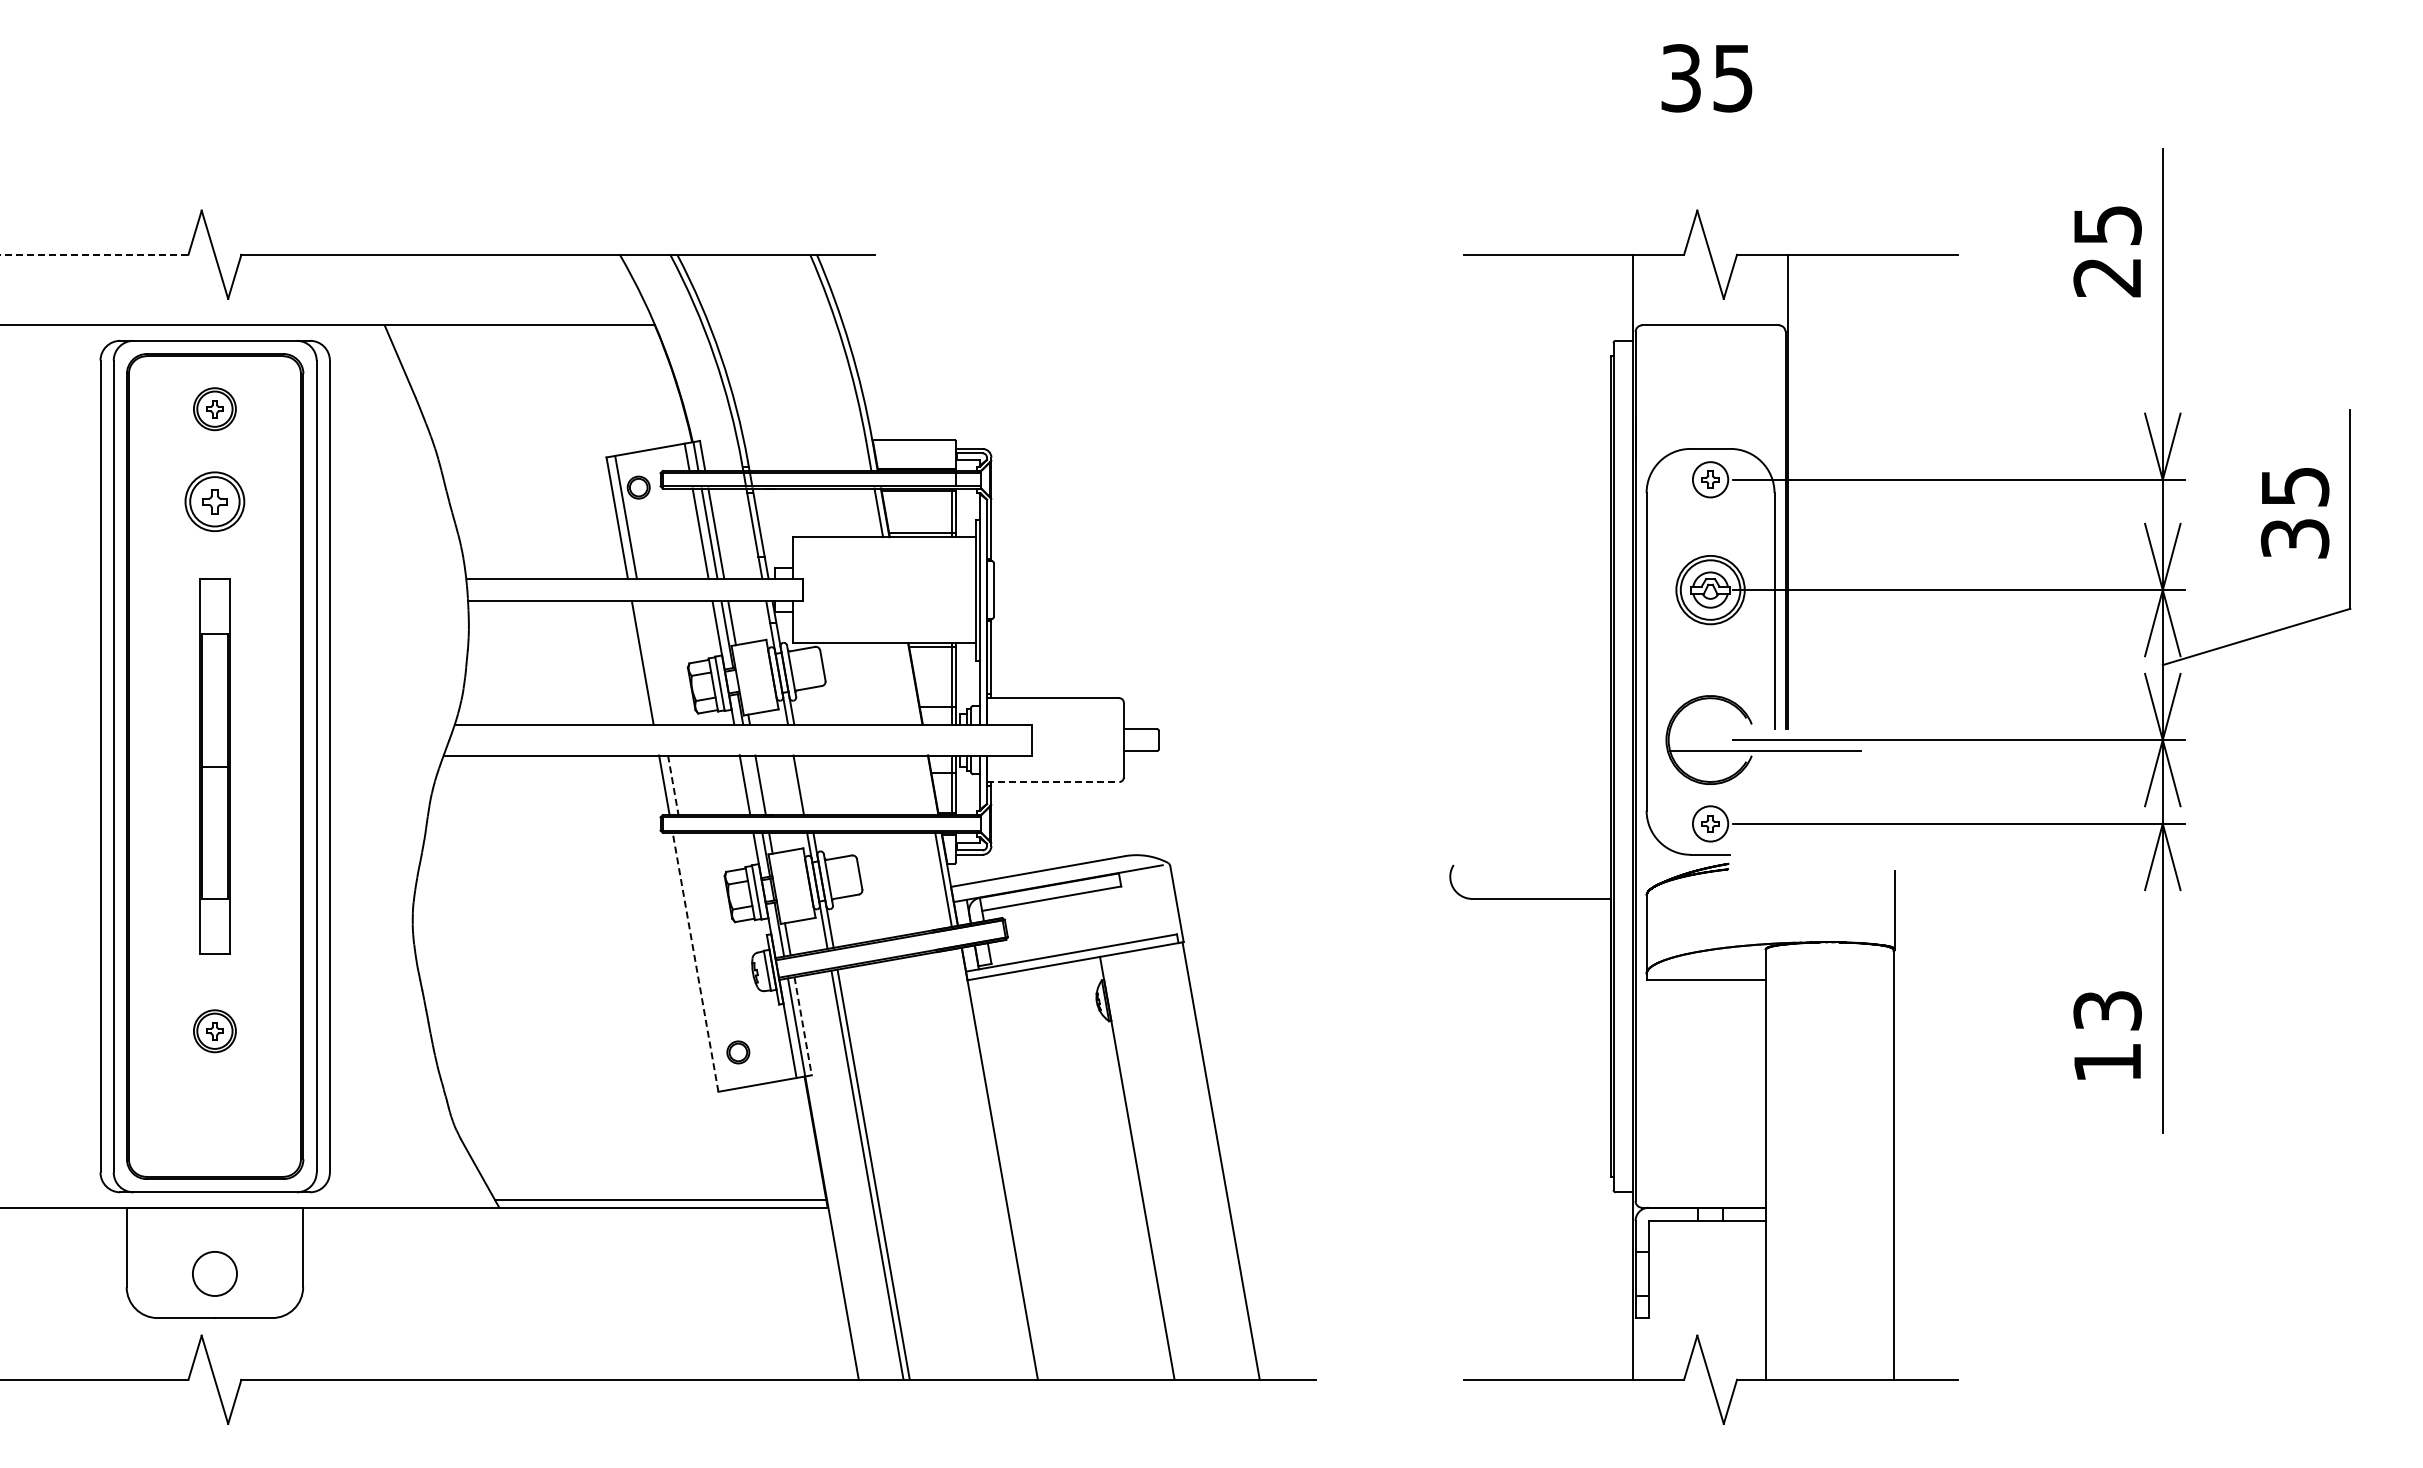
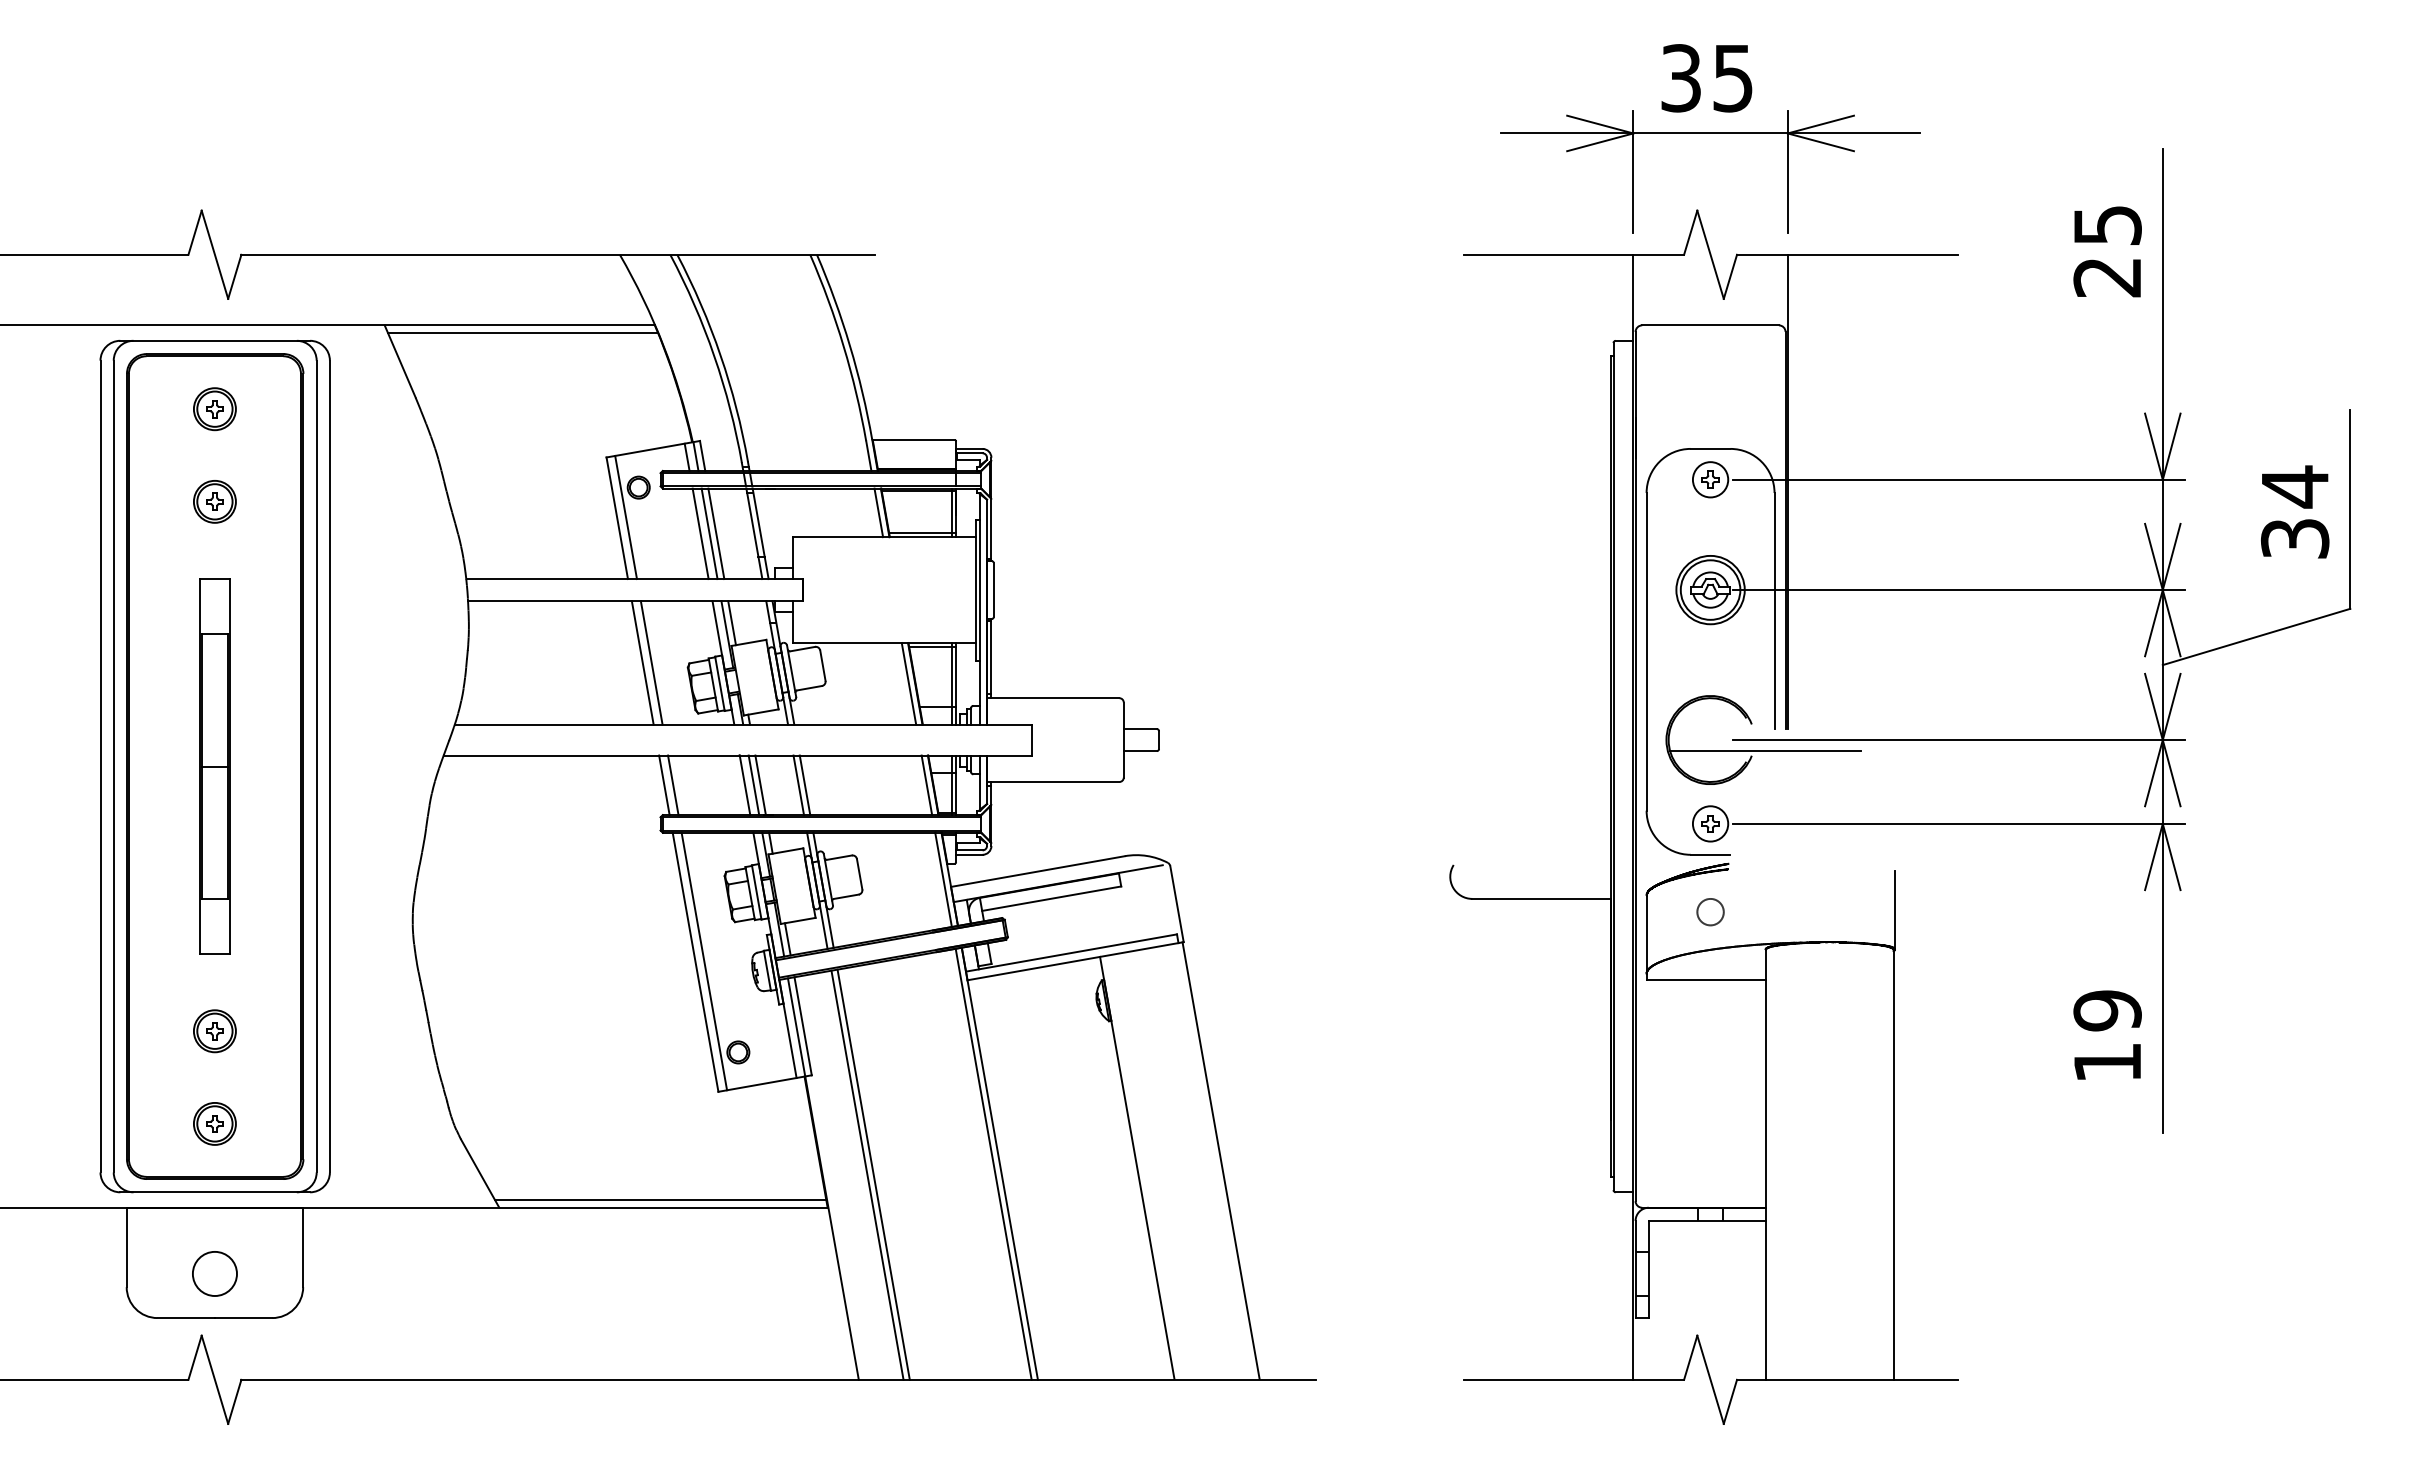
part at (1710, 133): none -> present
line at (94, 254): dashed -> solid
line at (522, 333): none -> present
text at (2295, 486): 35 -> 34
part at (214, 501) size: 62x62 px -> 44x44 px
line at (651, 662): none -> present
line at (908, 683): none -> present
line at (1053, 782): dashed -> solid
line at (673, 785): dashed -> solid
line at (753, 785): none -> present
line at (804, 785): none -> present
line at (926, 785): none -> present
circle at (1710, 912): none -> present
line at (704, 961): none -> present
line at (695, 962): dashed -> solid
text at (2107, 1010): 13 -> 19
line at (803, 1026): dashed -> solid
part at (214, 1123): none -> present
line at (993, 1163): none -> present
